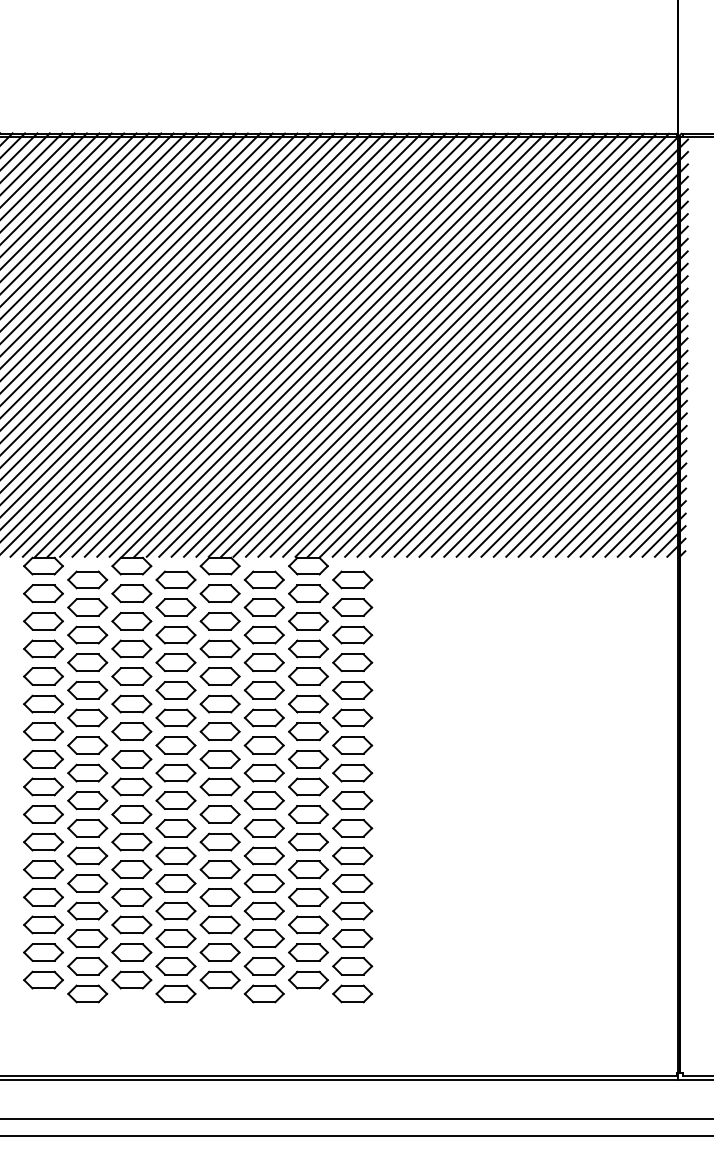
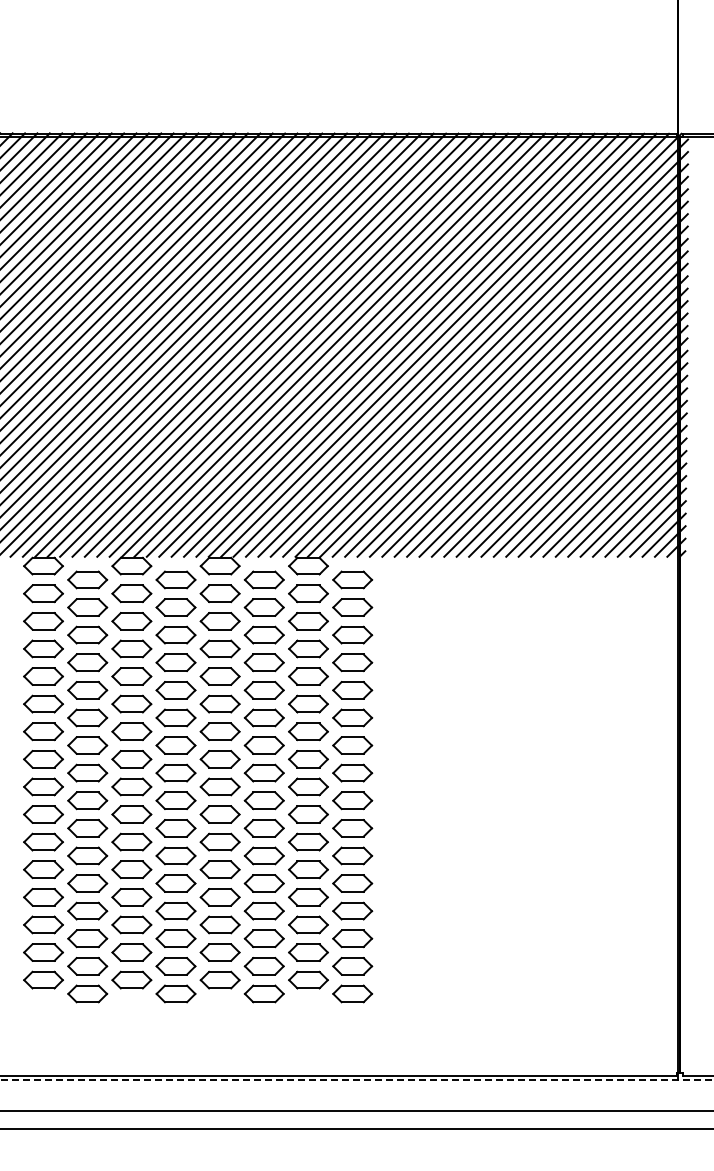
line at (356, 1080): solid -> dashed
line at (356, 1118) position: (356, 1118) -> (356, 1110)
line at (356, 1135) position: (356, 1135) -> (356, 1128)
